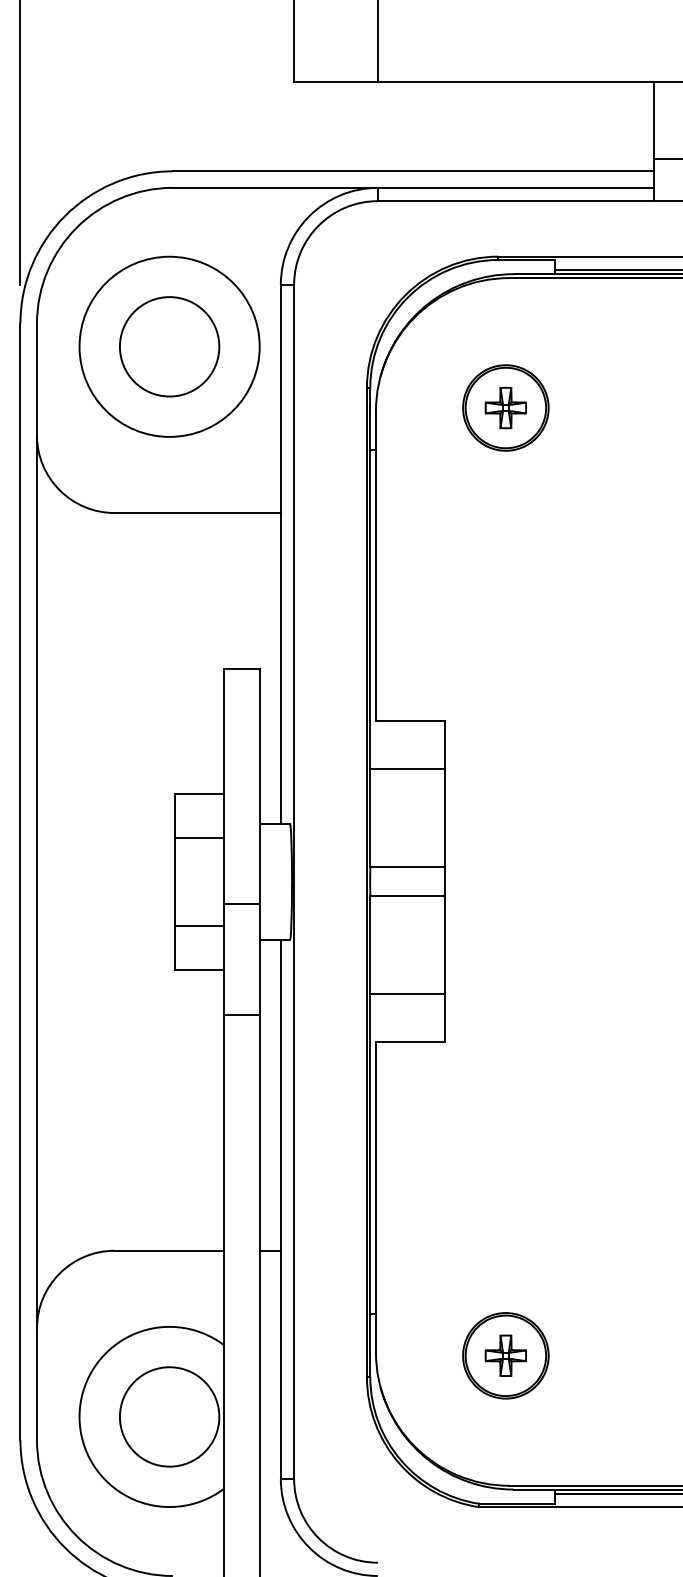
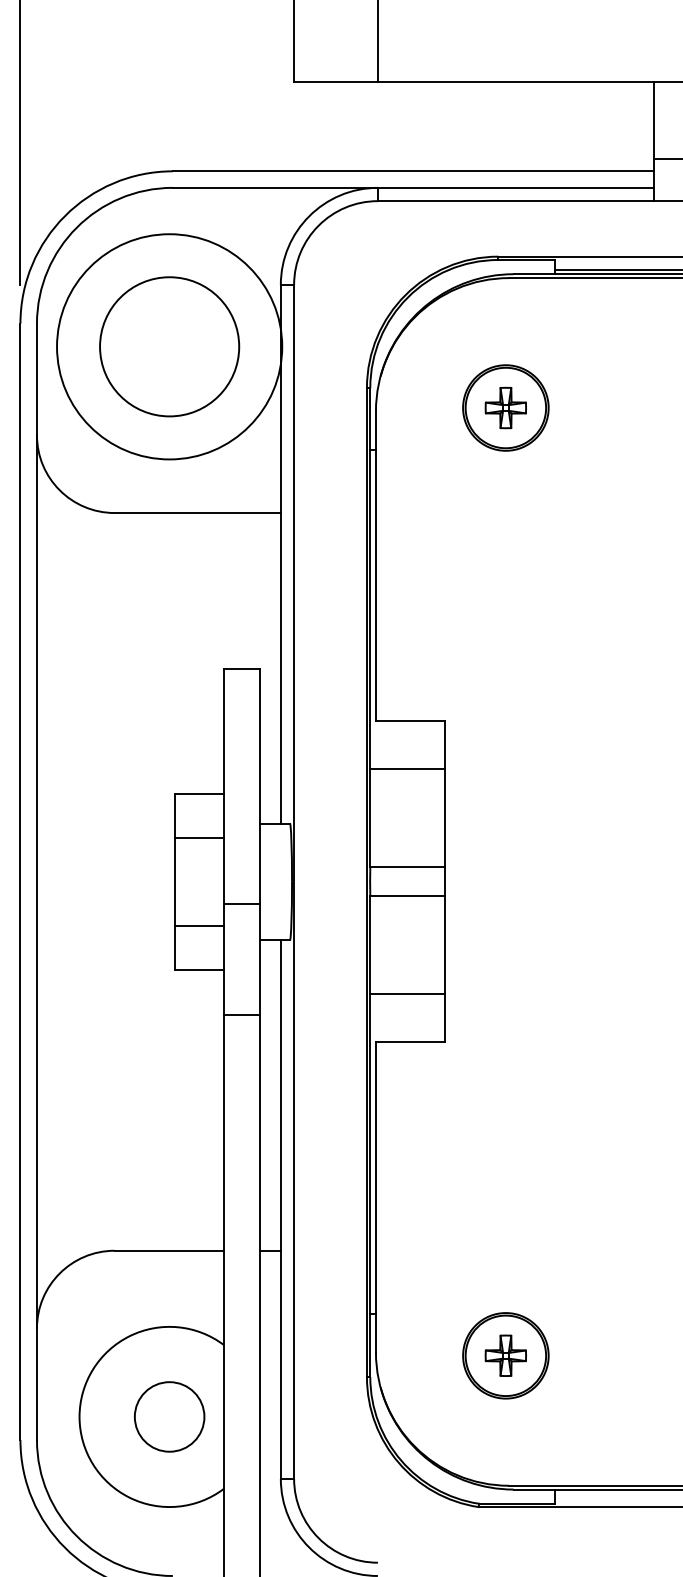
circle at (169, 346) diameter: 180 px -> 225 px
circle at (169, 346) diameter: 99 px -> 139 px
circle at (169, 1416) diameter: 99 px -> 70 px
line at (616, 1493): present -> none
